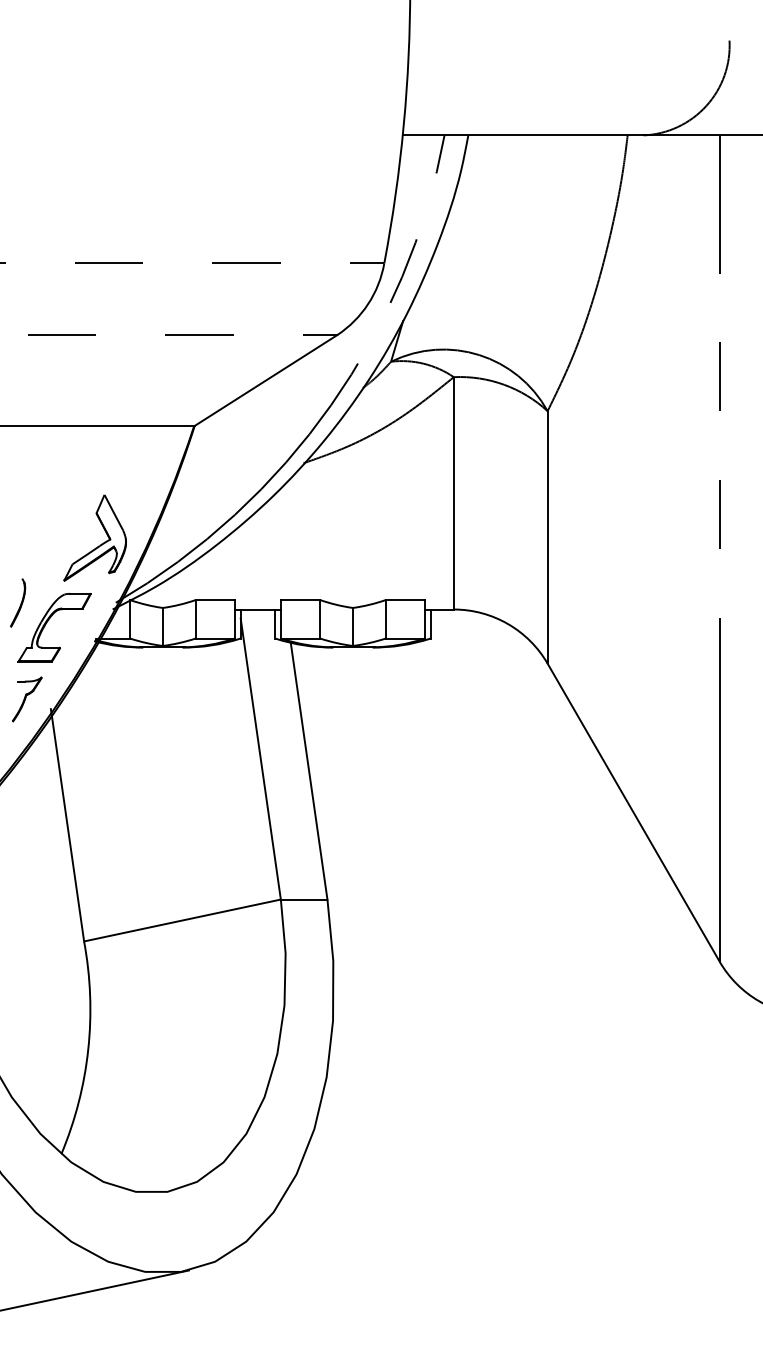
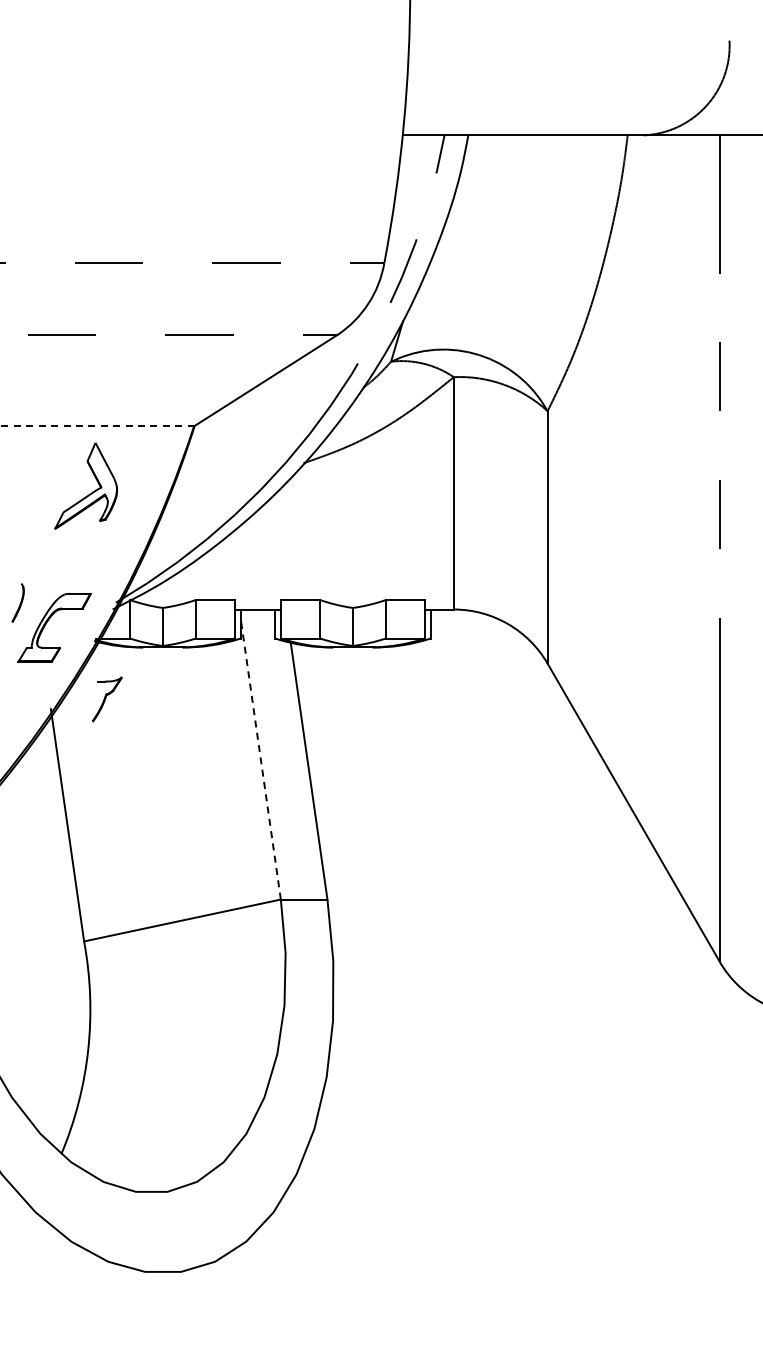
line at (97, 425): solid -> dashed
part at (98, 545) position: (98, 545) -> (89, 493)
part at (18, 602) size: 17x50 px -> 14x40 px
part at (27, 699) position: (27, 699) -> (107, 699)
line at (260, 759): solid -> dashed
line at (95, 1290): present -> none
